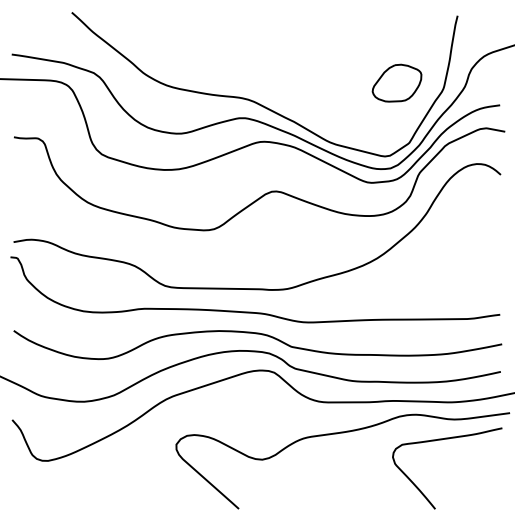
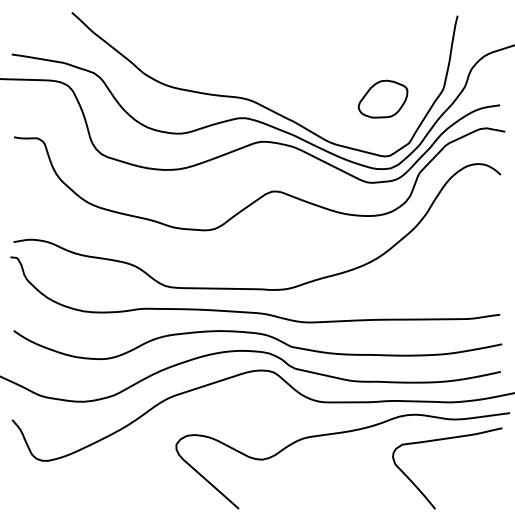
part at (396, 82) position: (396, 82) -> (382, 98)
